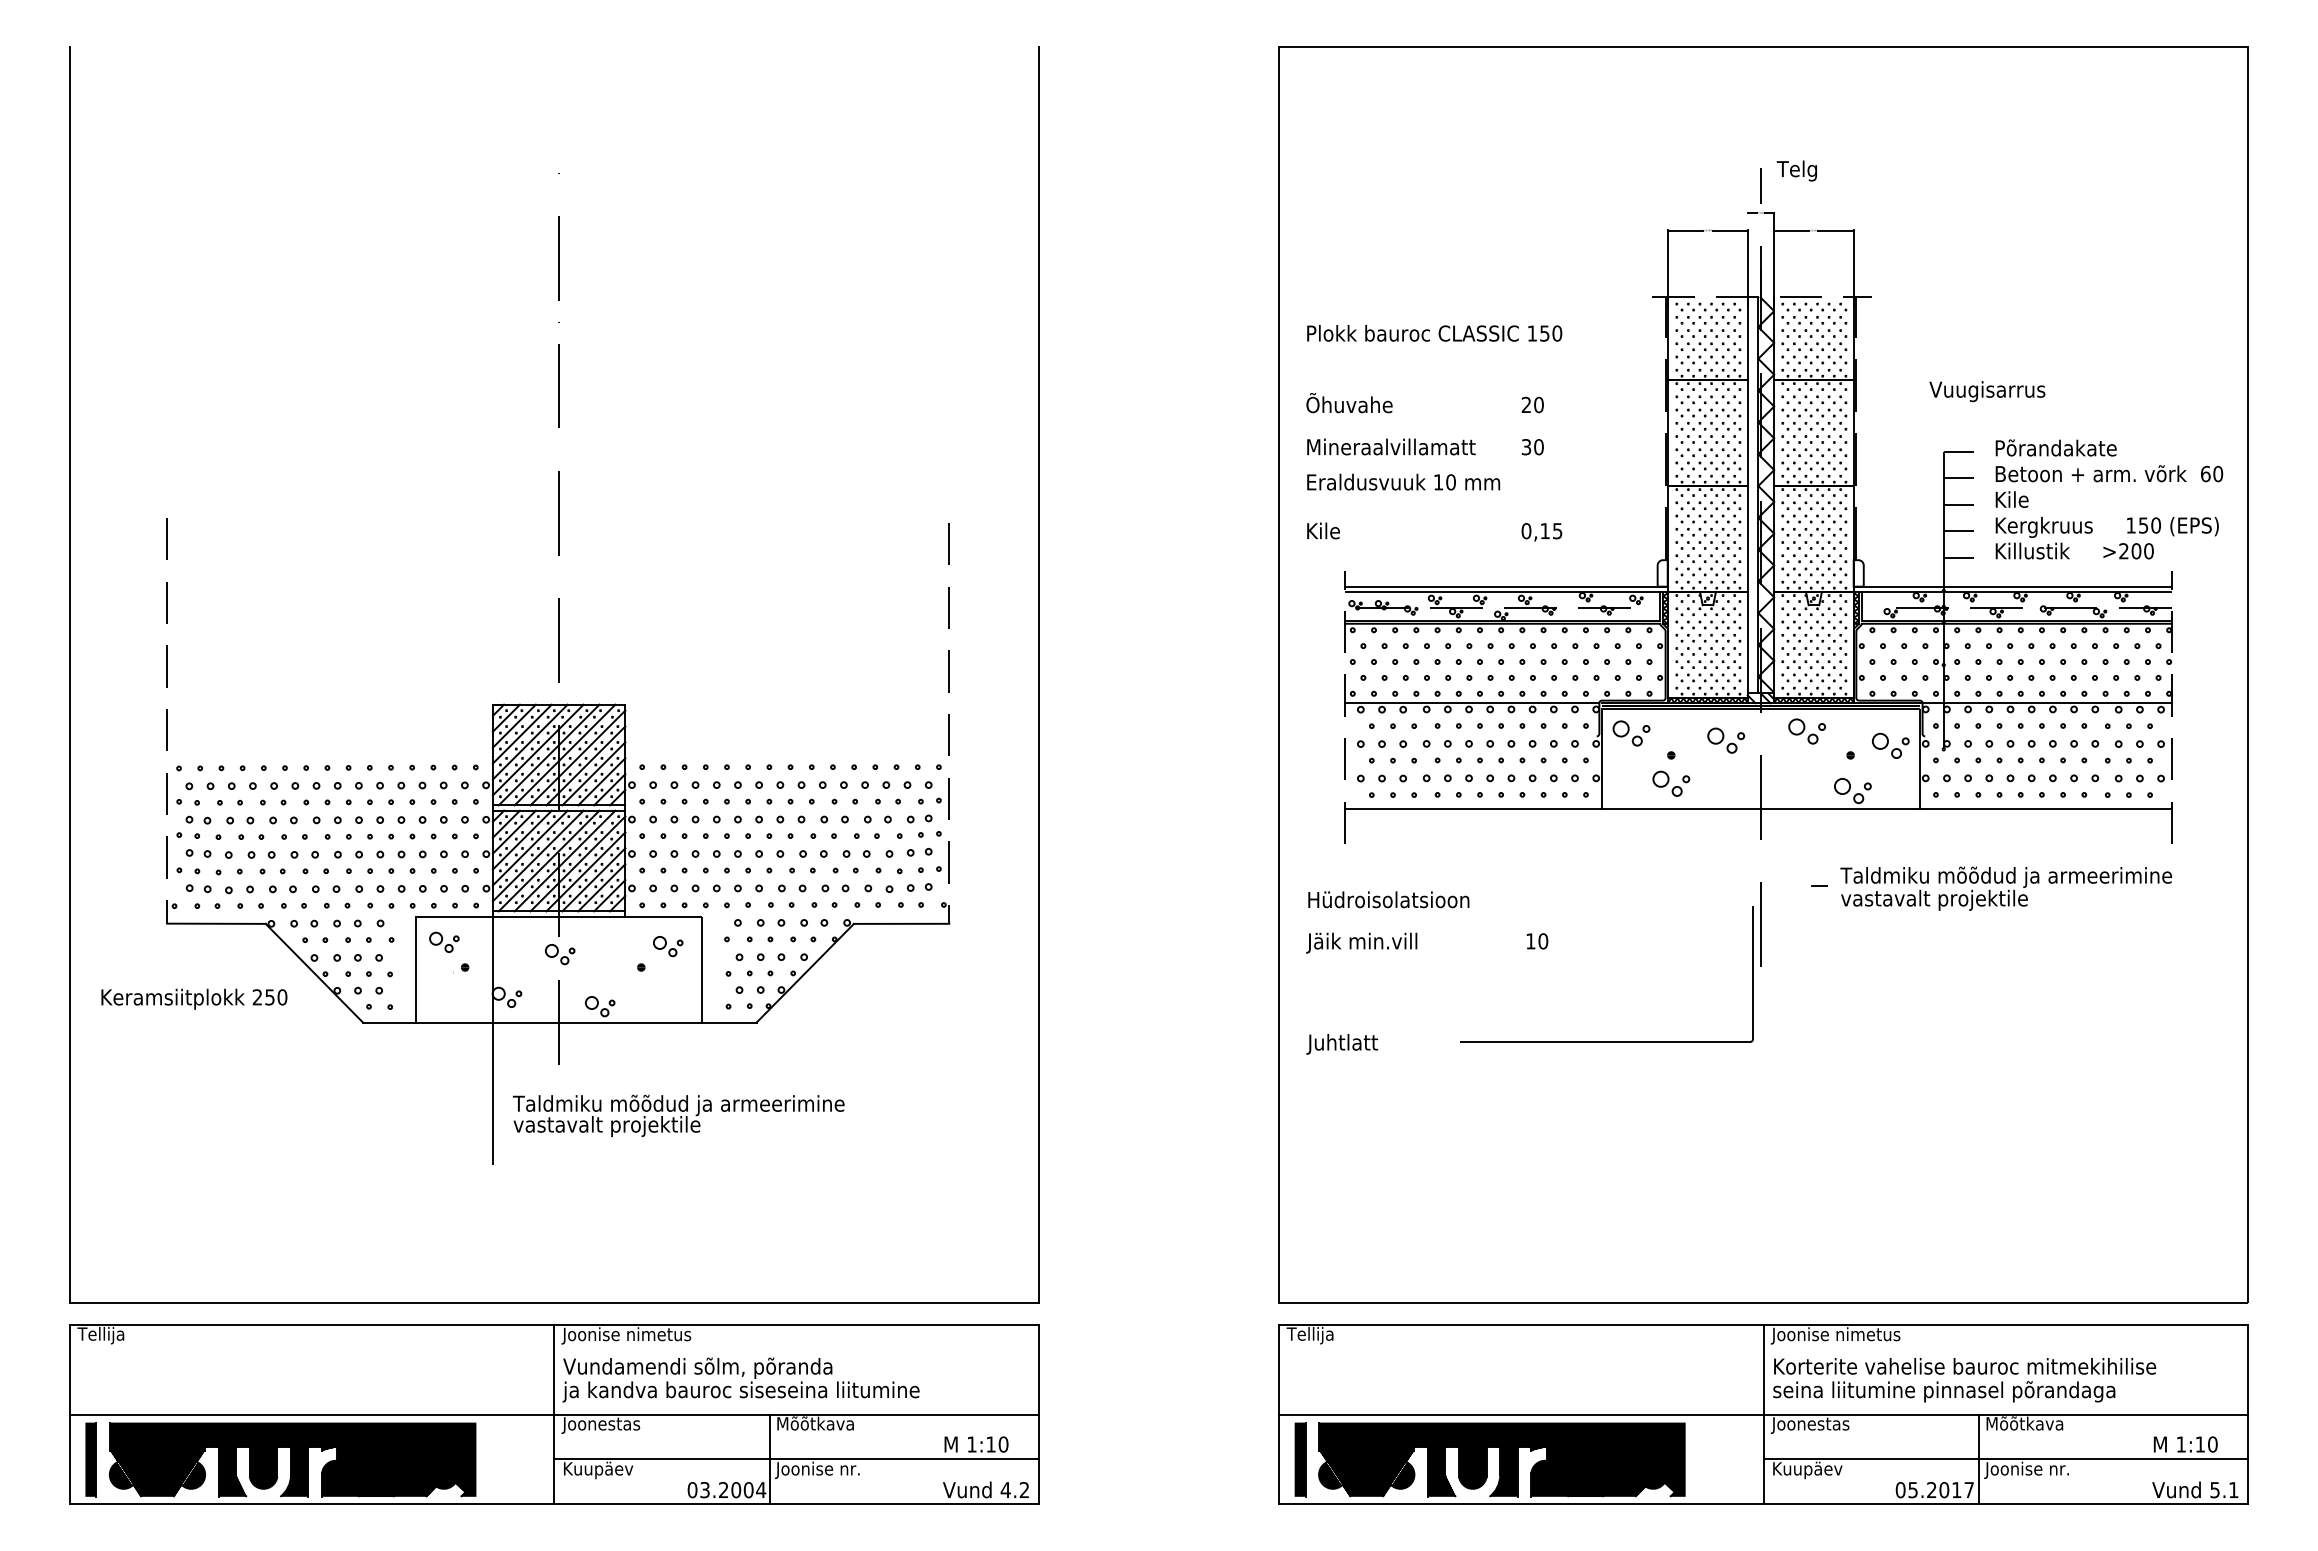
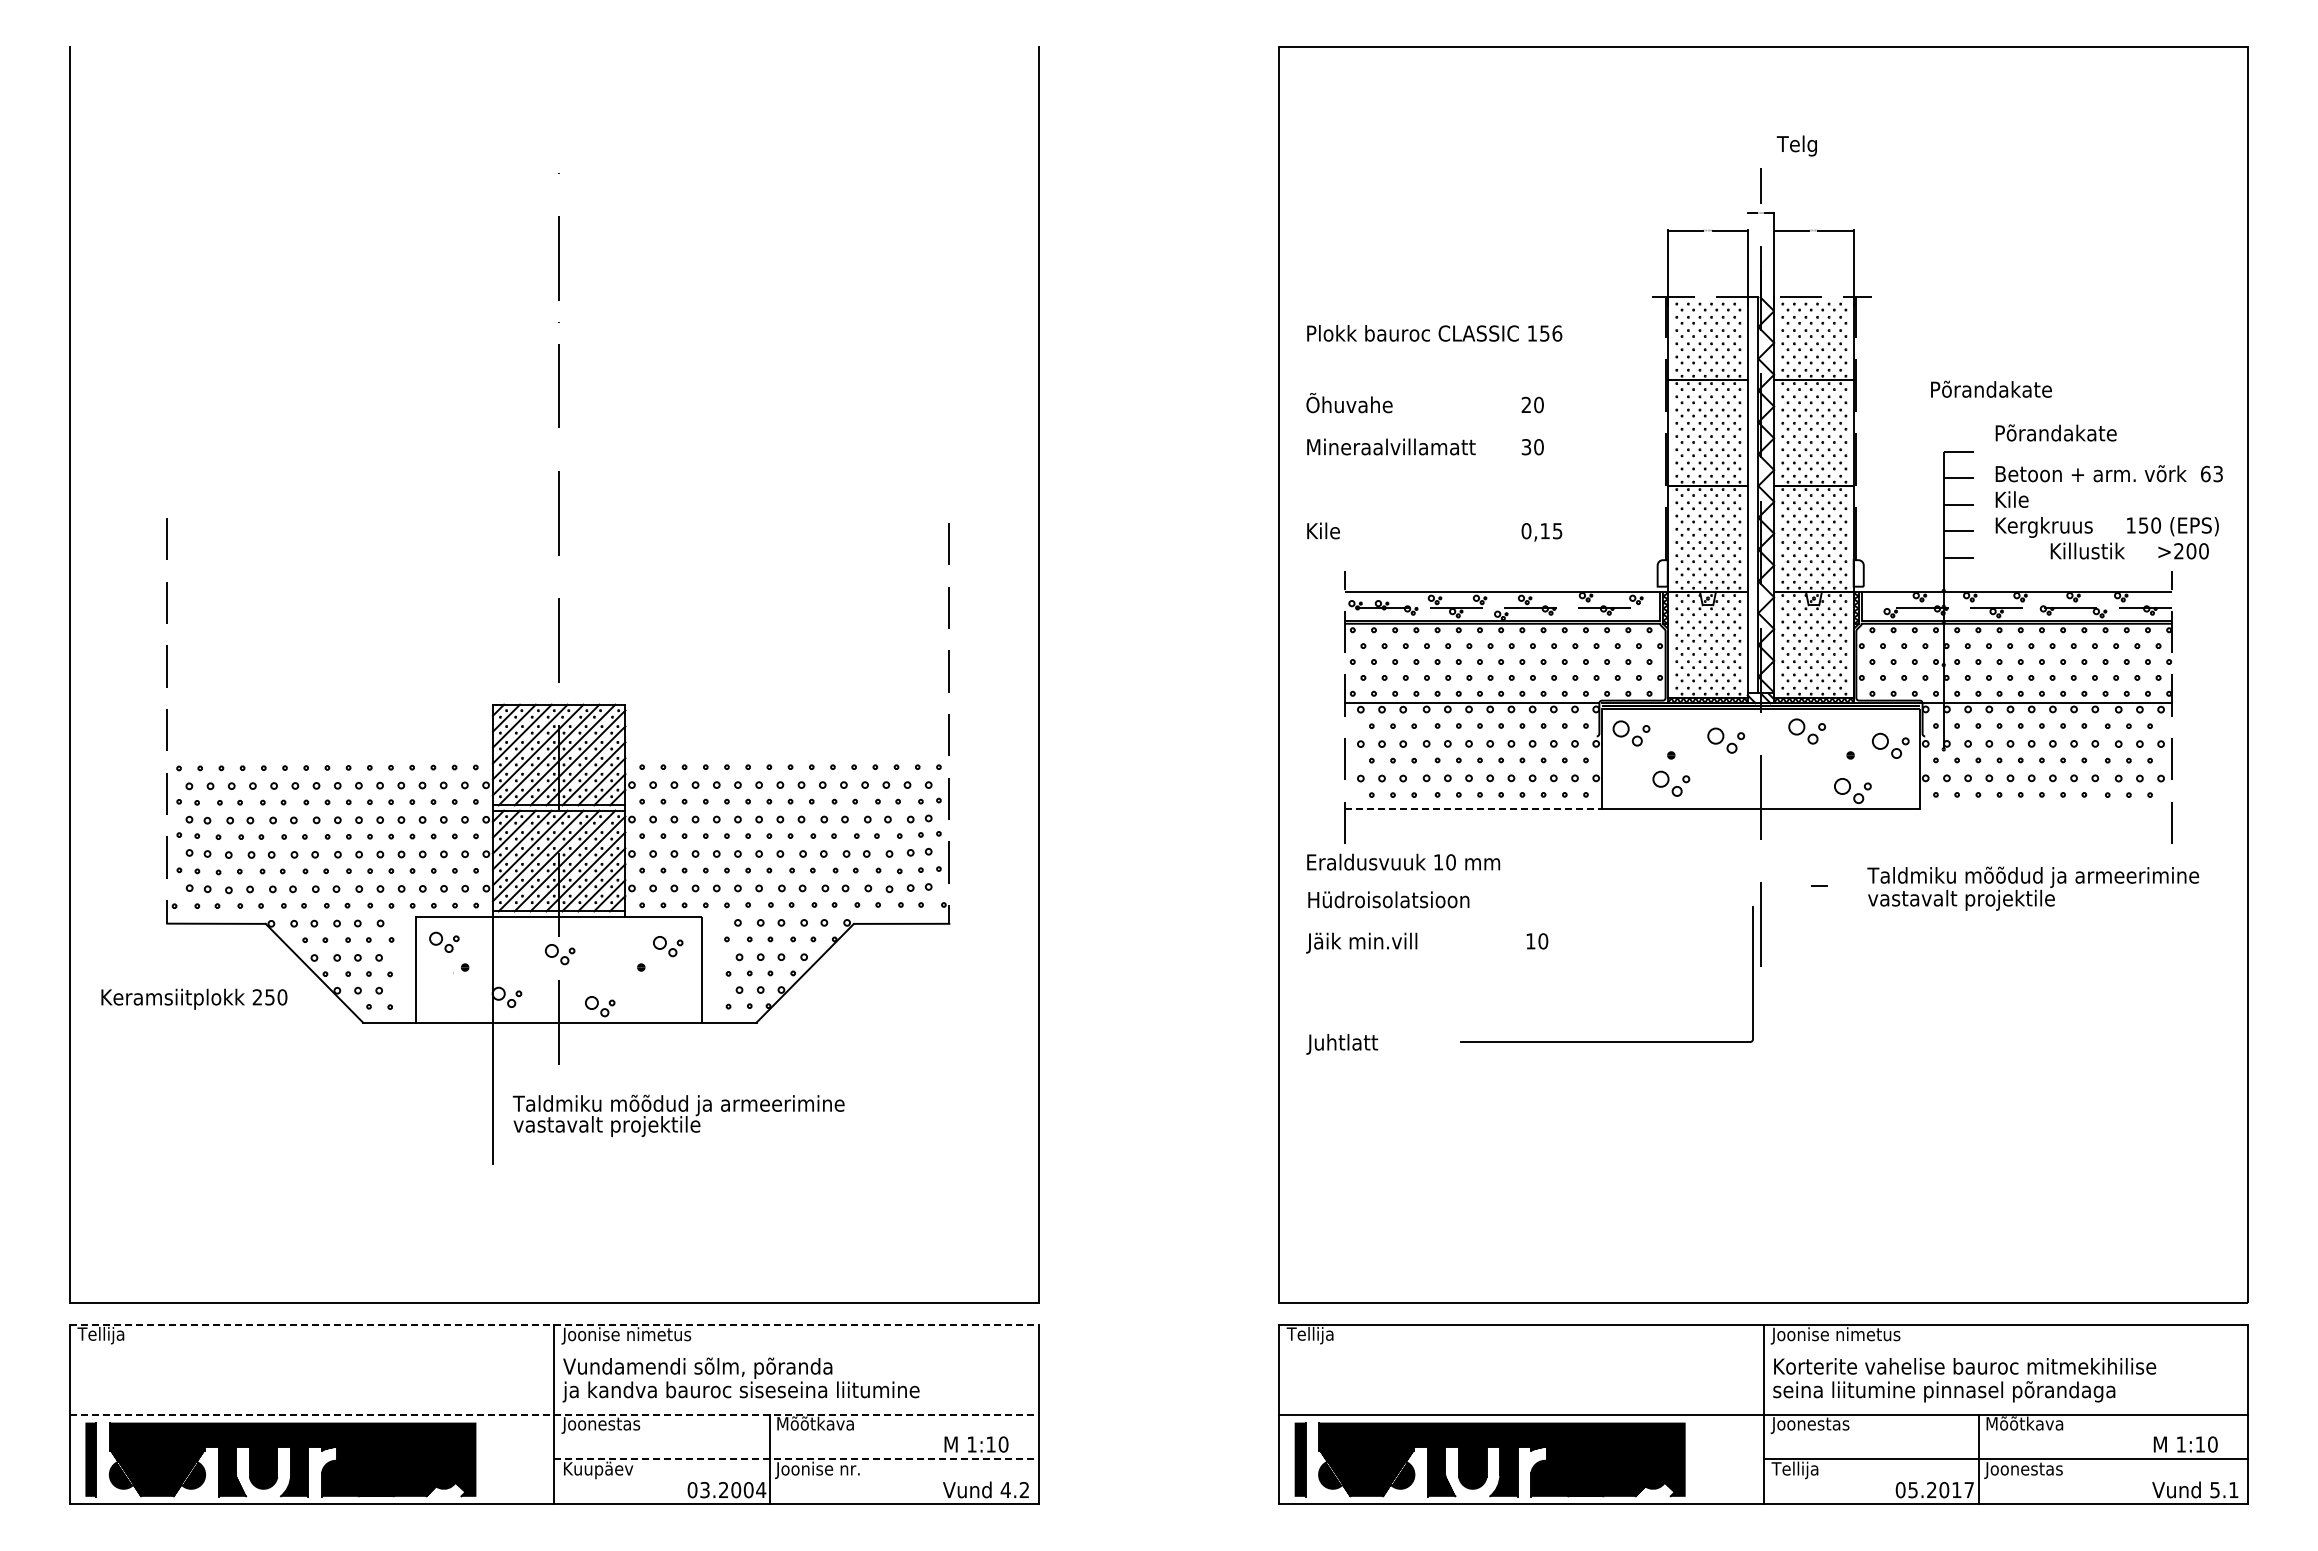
text at (1796, 170) position: (1796, 170) -> (1796, 145)
text at (1557, 333): 150 -> 156
text at (1990, 391): Vuugisarrus -> Põrandakate
text at (2055, 447) position: (2055, 447) -> (2055, 432)
text at (2218, 474): 60 -> 63
text at (1403, 481) position: (1403, 481) -> (1403, 861)
text at (2074, 550) position: (2074, 550) -> (2129, 550)
line at (1506, 586): present -> none
line at (2012, 586): present -> none
line at (1474, 809): solid -> dashed
line at (2045, 809): present -> none
text at (2006, 888) position: (2006, 888) -> (2033, 888)
line at (554, 1324): solid -> dashed
line at (554, 1414): solid -> dashed
line at (797, 1459): solid -> dashed
text at (2044, 1468): Joonise nr. -> Joonestas
text at (1806, 1470): Kuupäev -> Tellija
